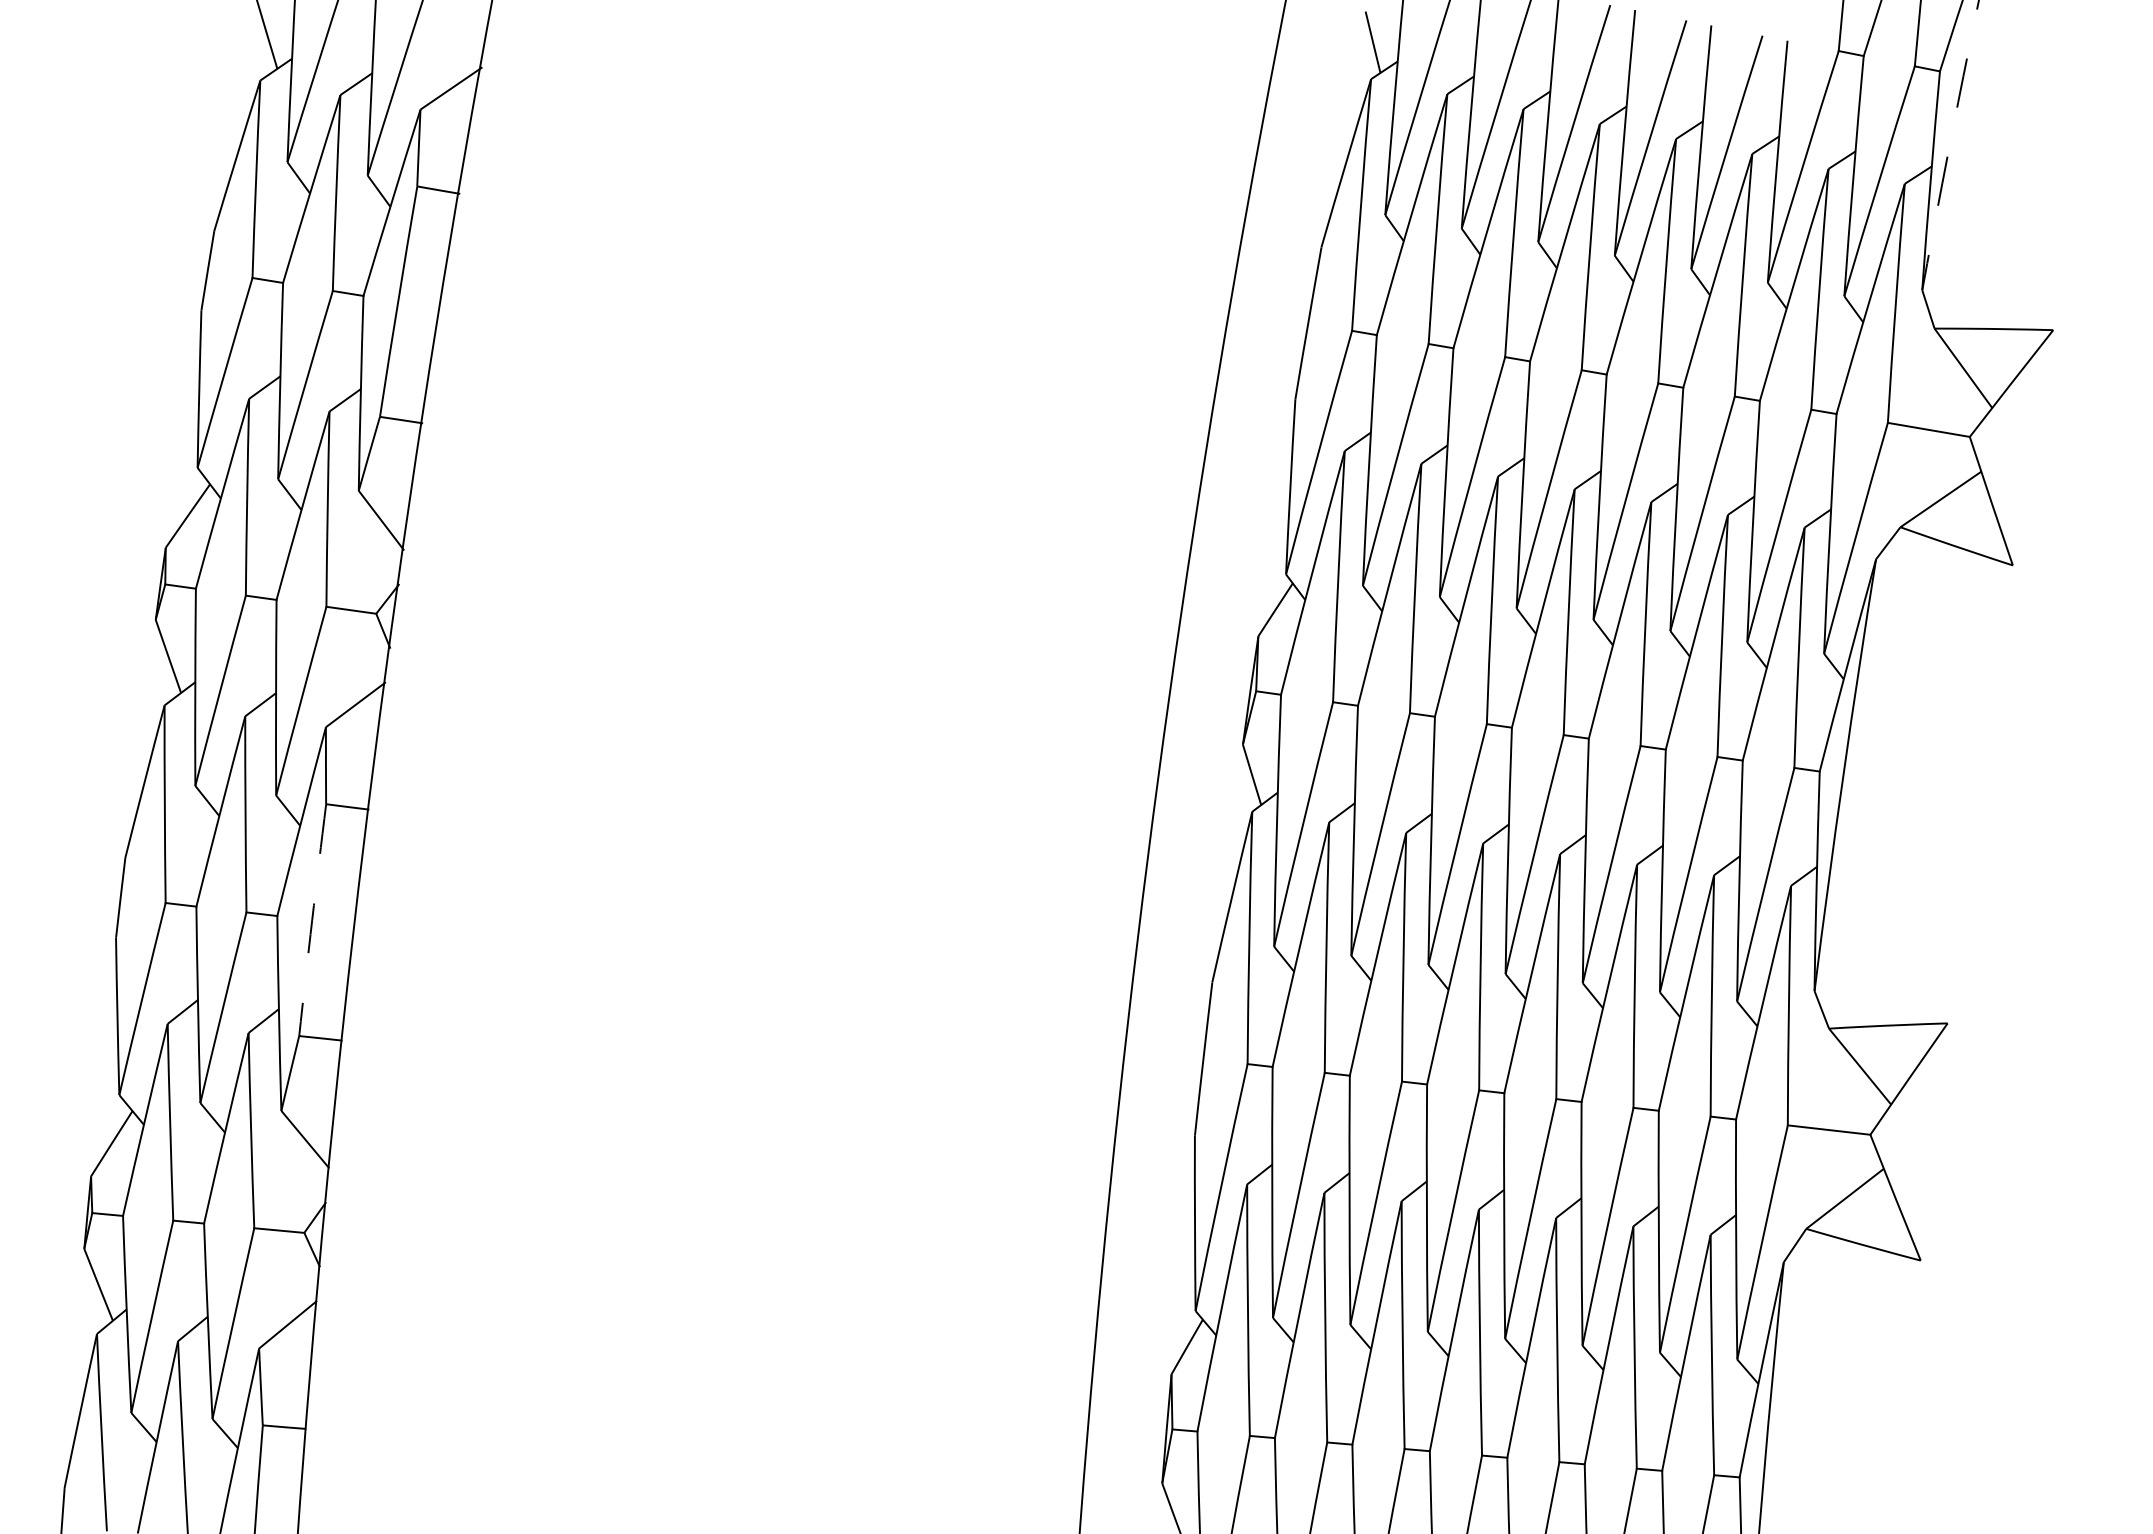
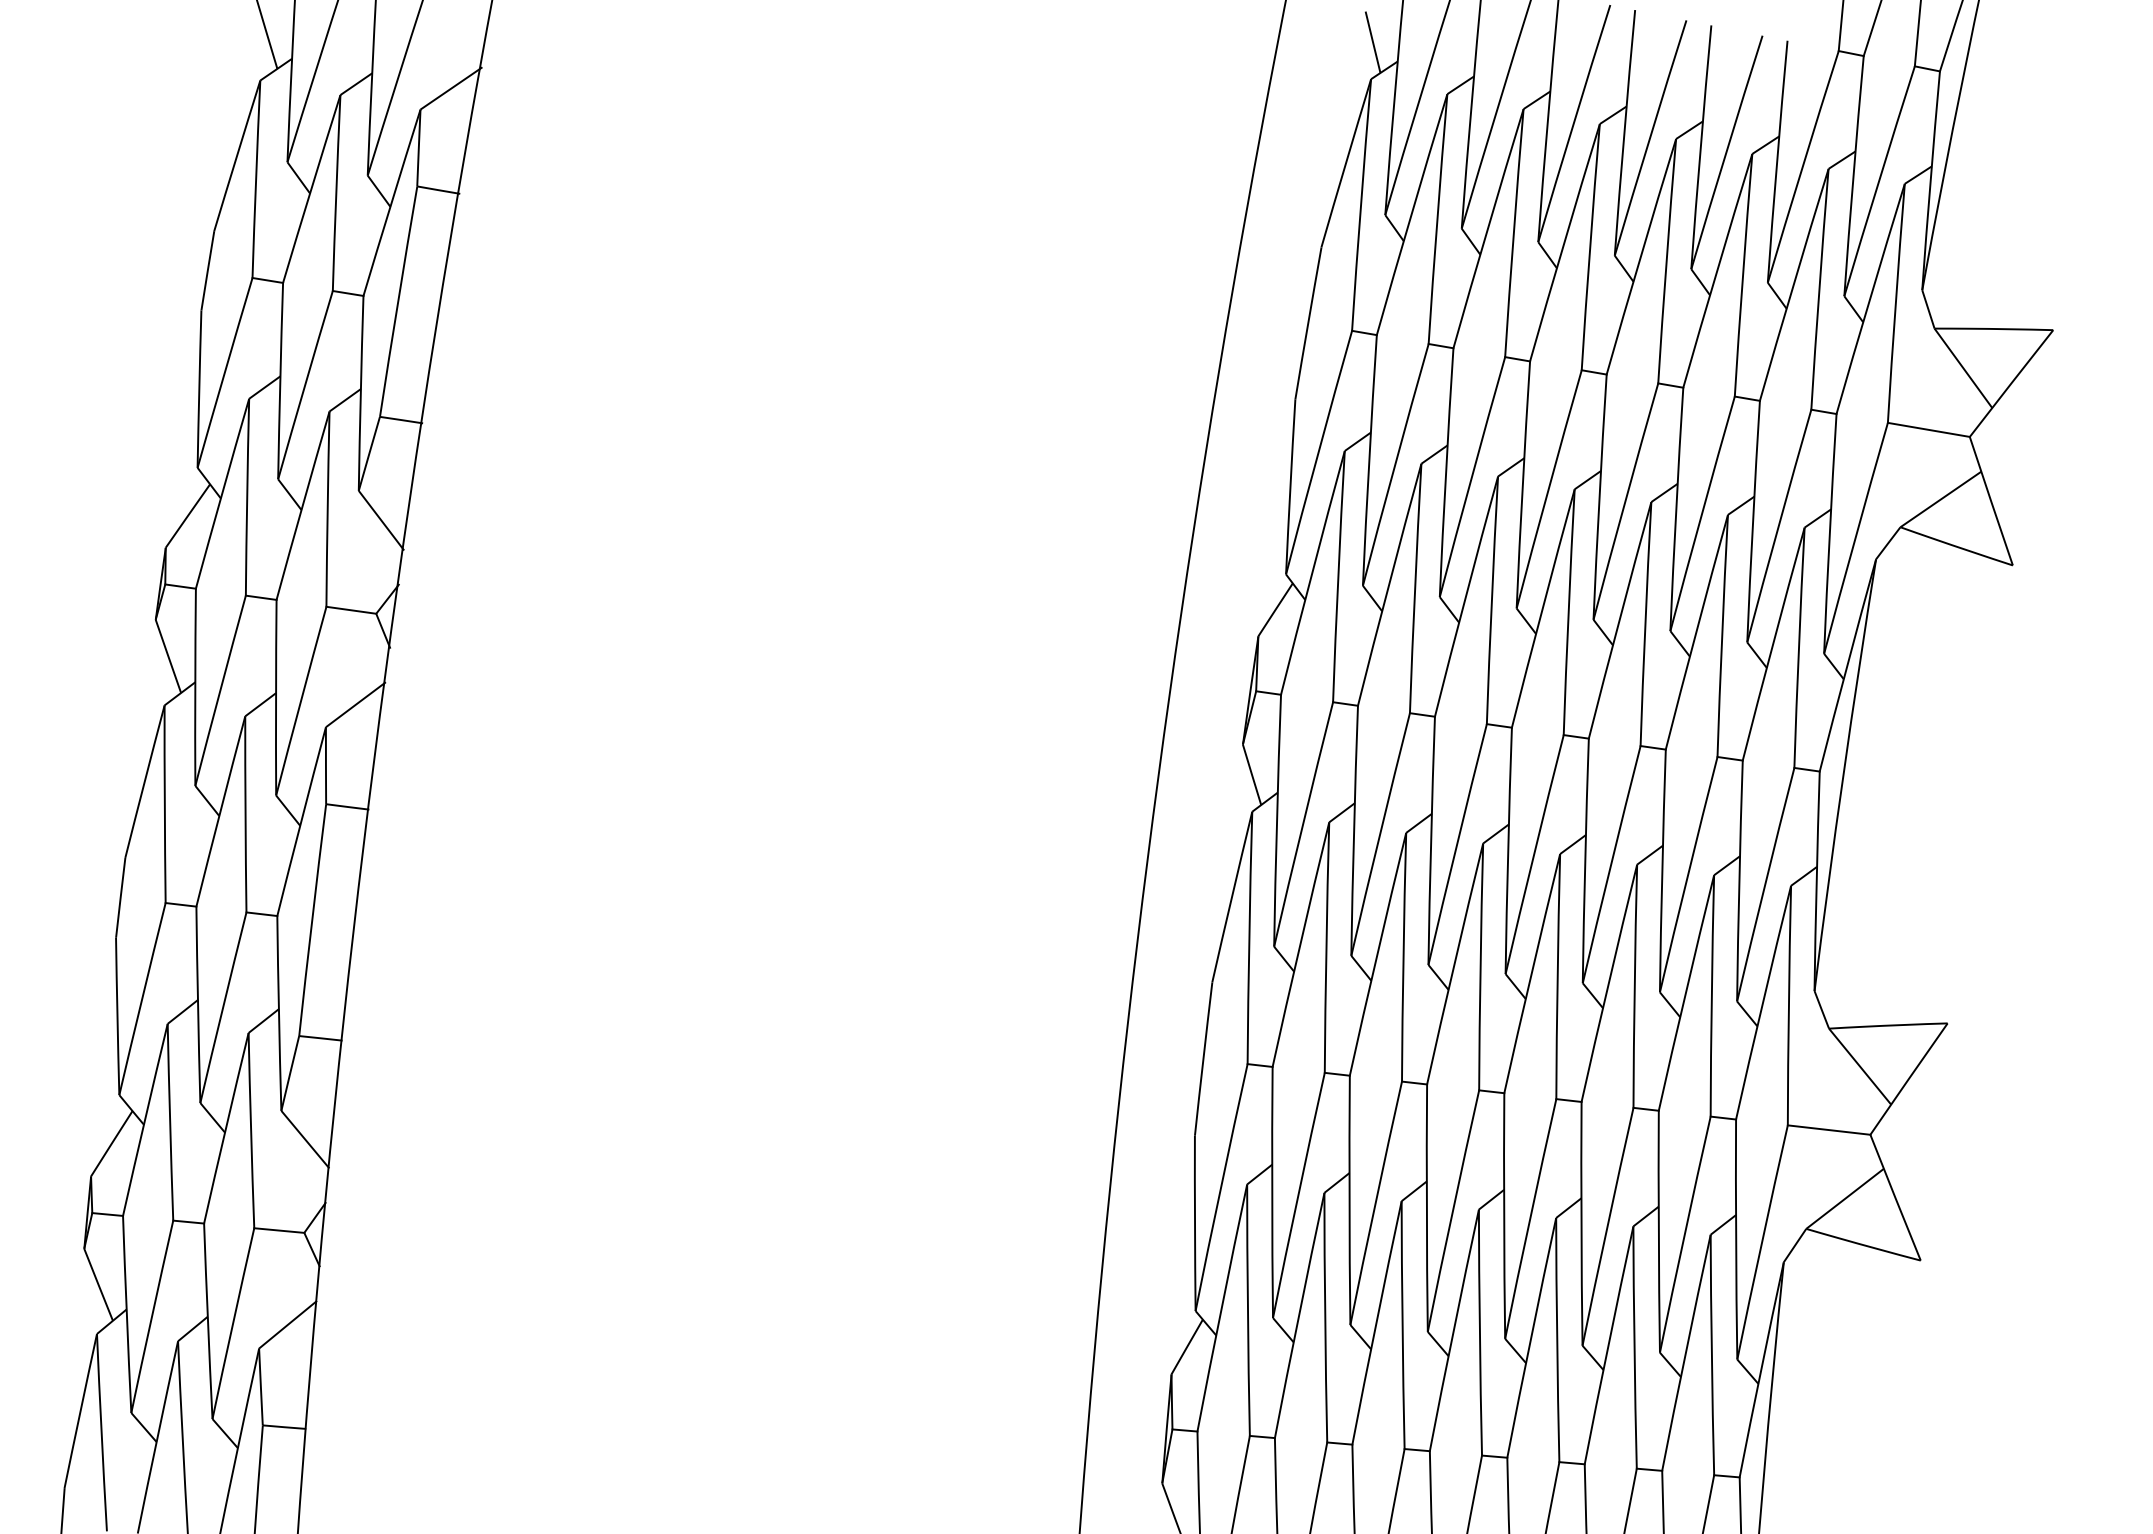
arc at (1949, 145): dashed -> solid
arc at (312, 920): dashed -> solid
